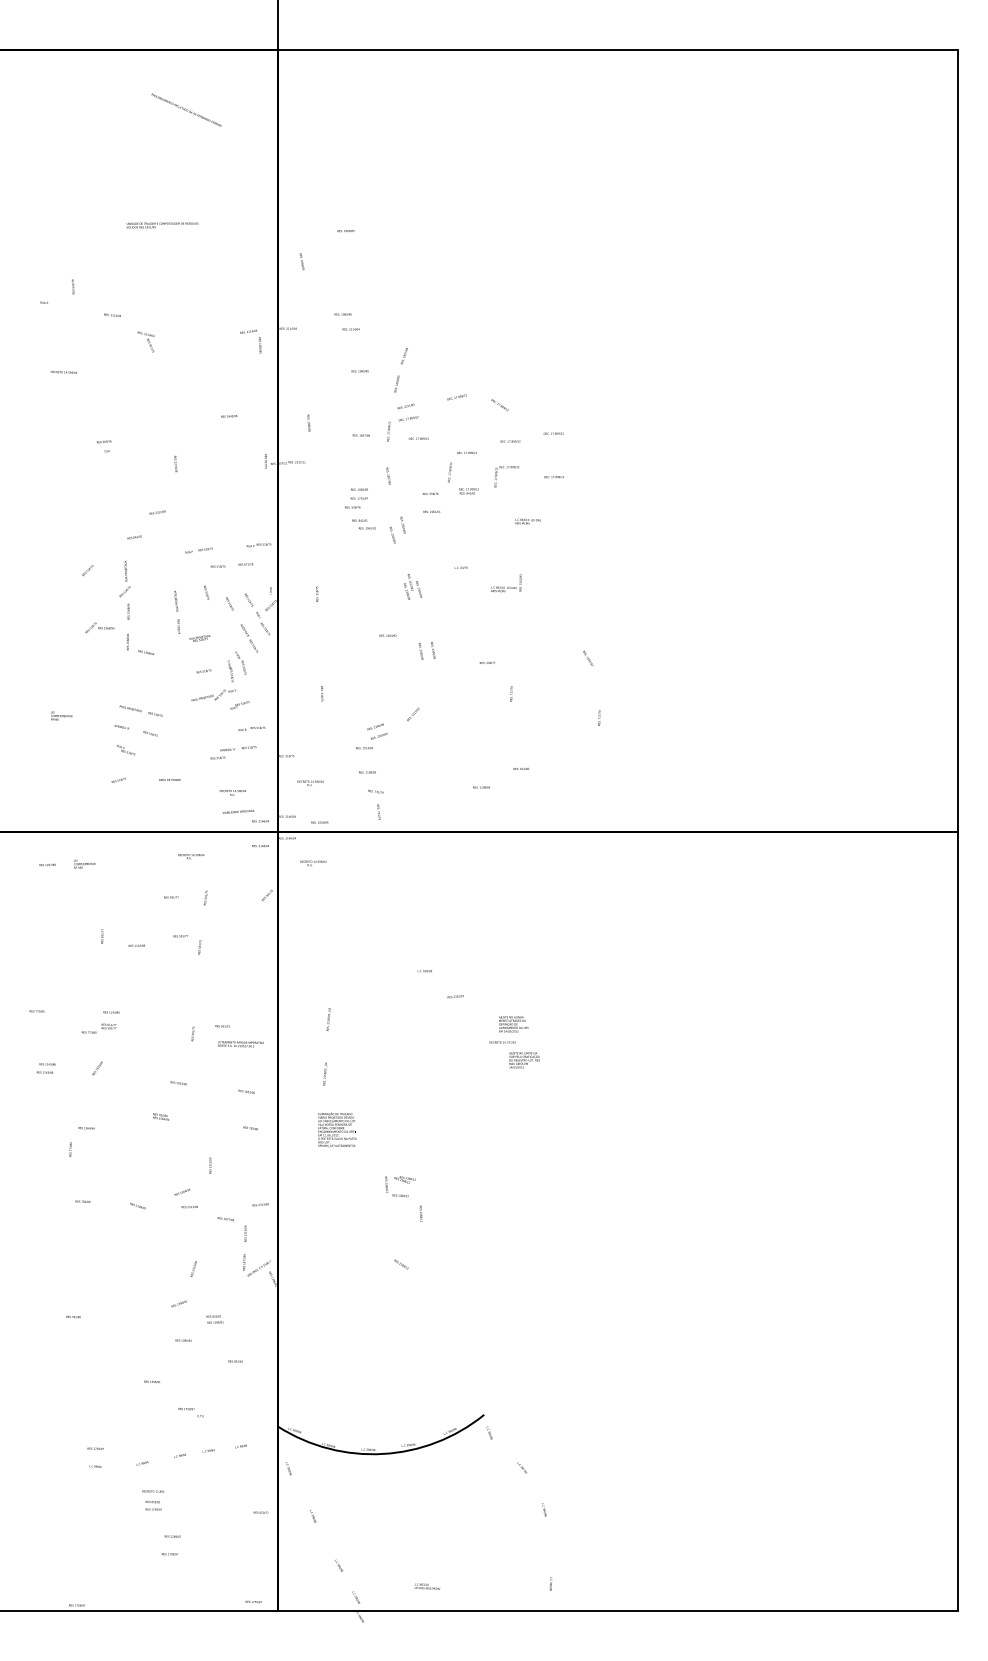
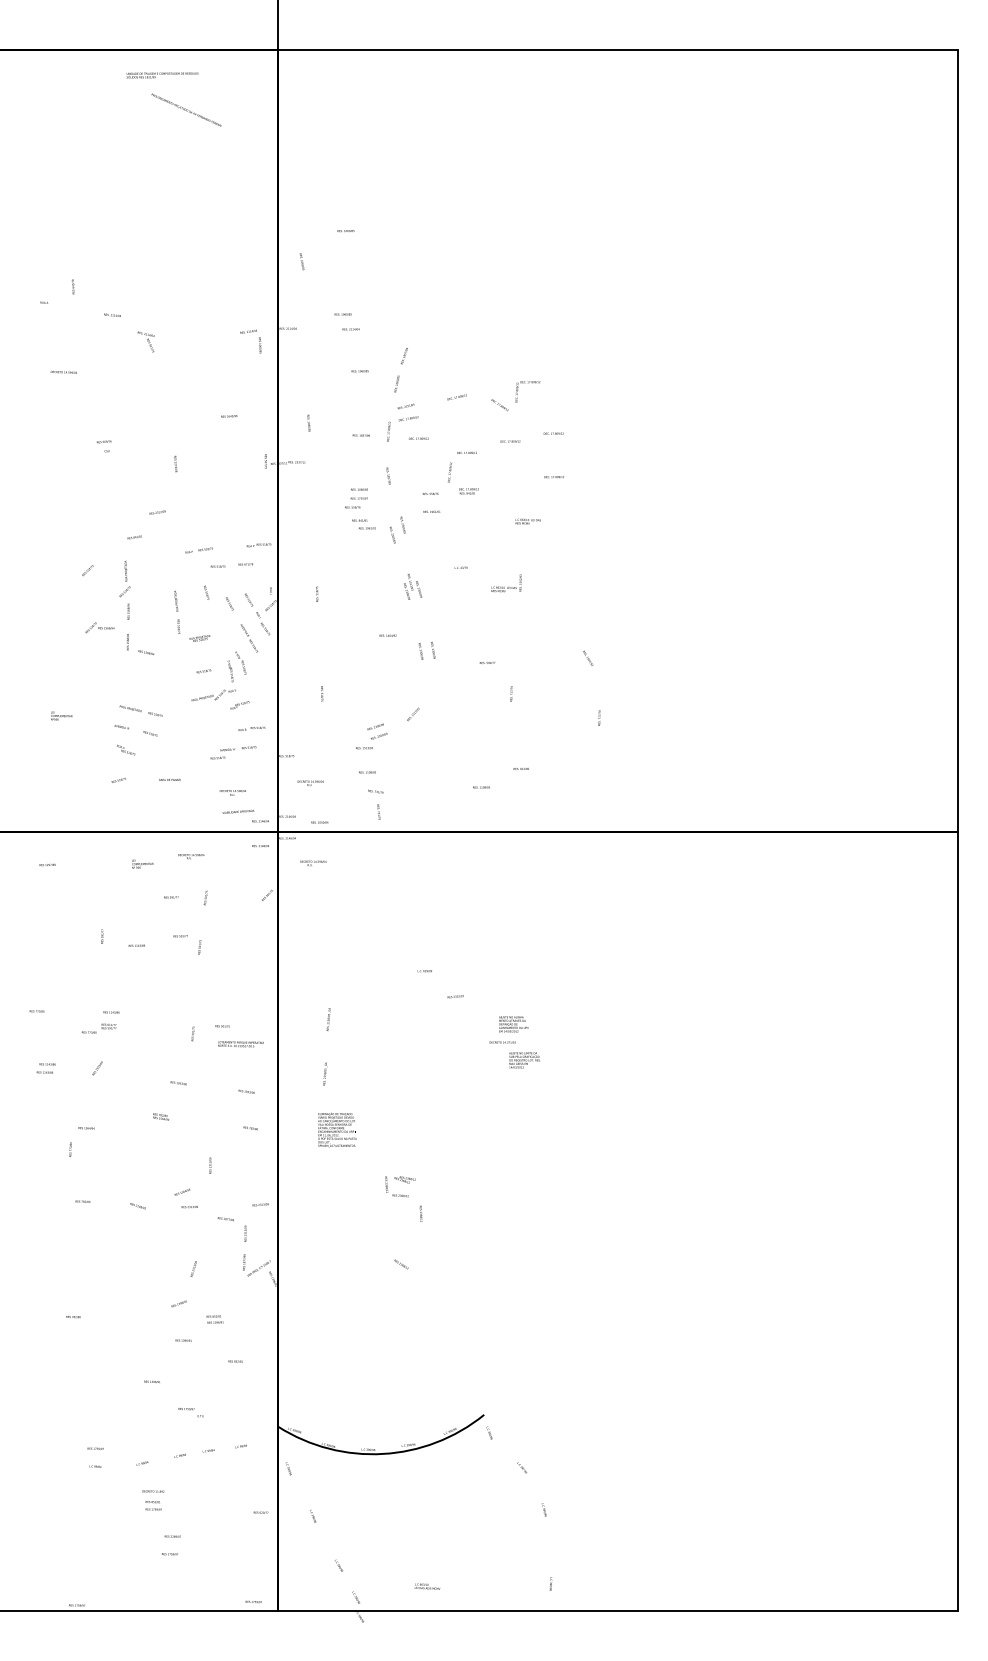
text at (162, 225) position: (162, 225) -> (162, 75)
text at (506, 476) position: (506, 476) -> (527, 391)
text at (84, 863) position: (84, 863) -> (142, 863)
